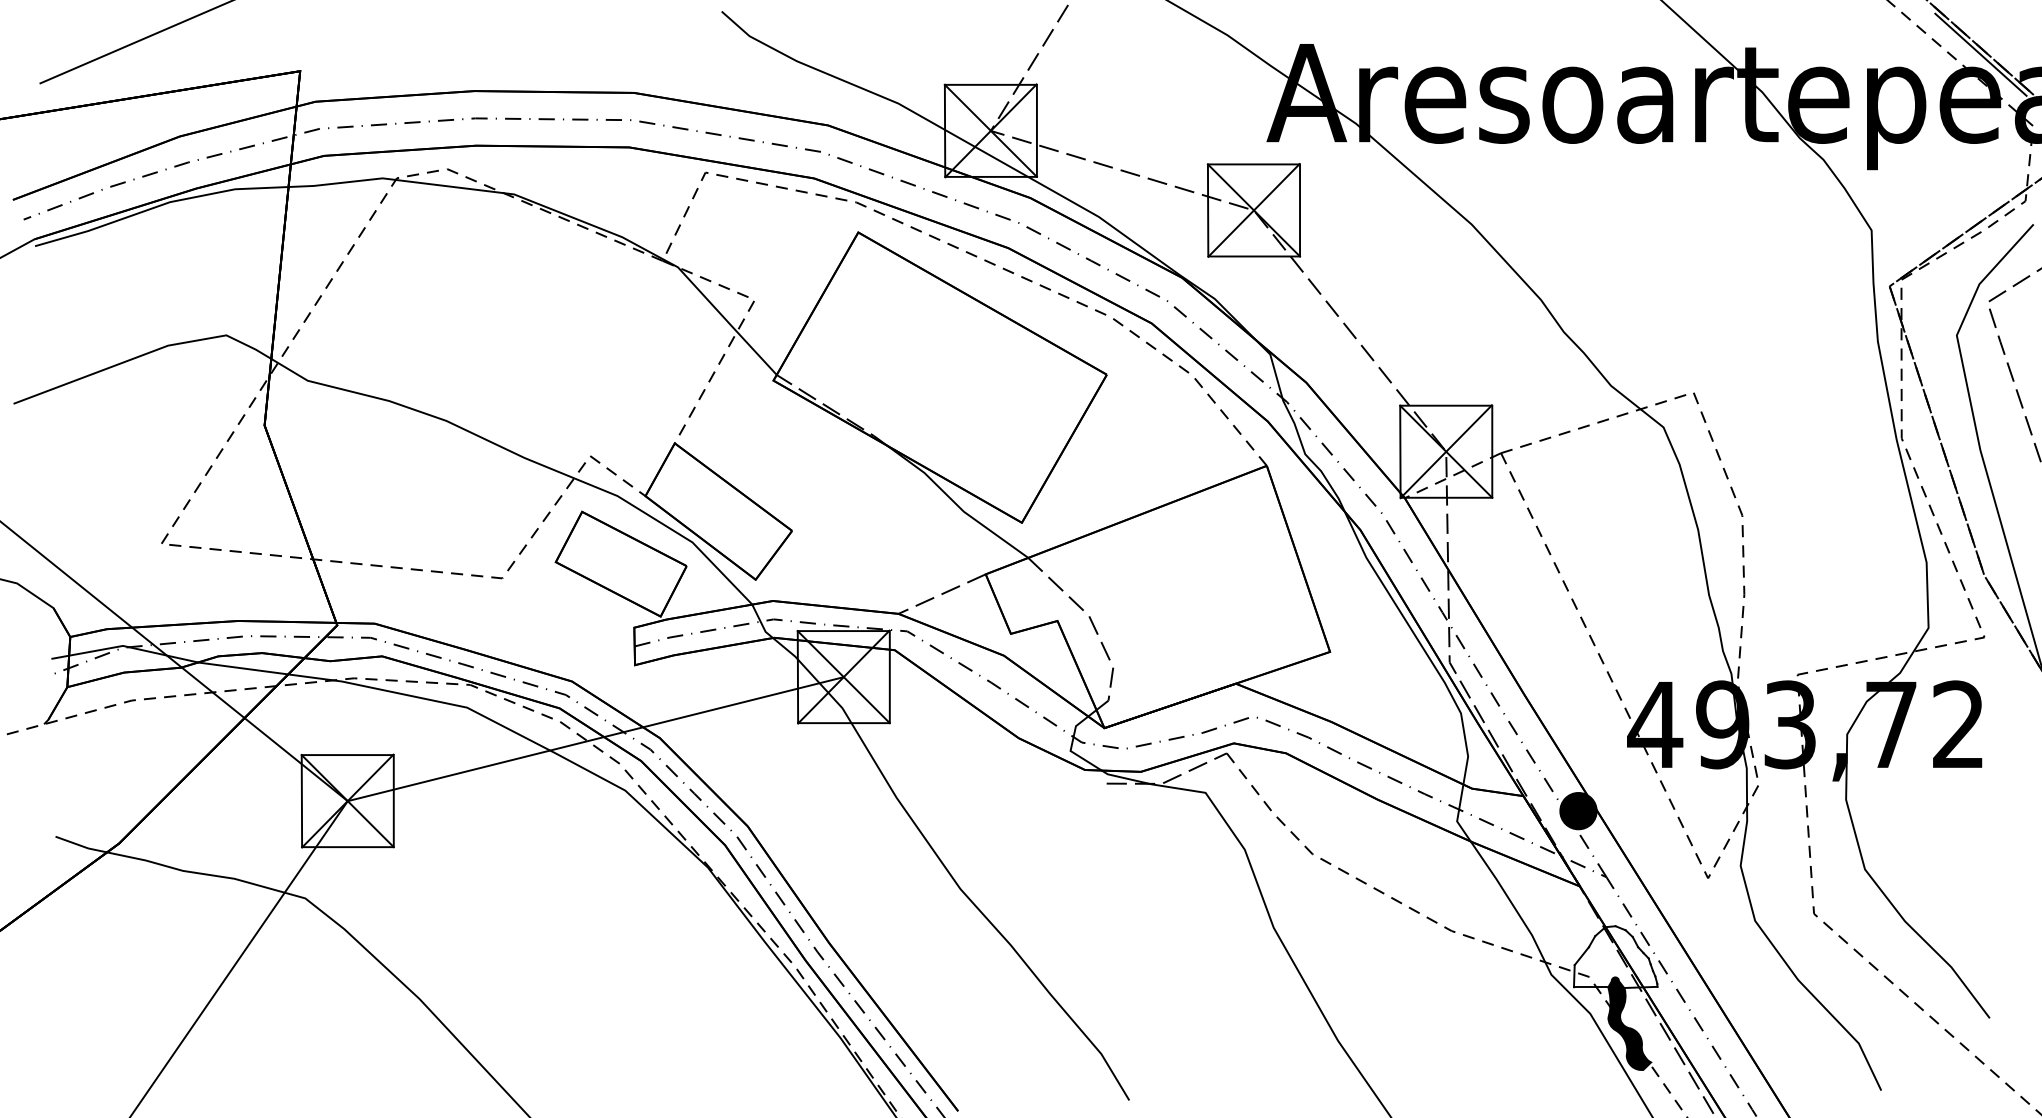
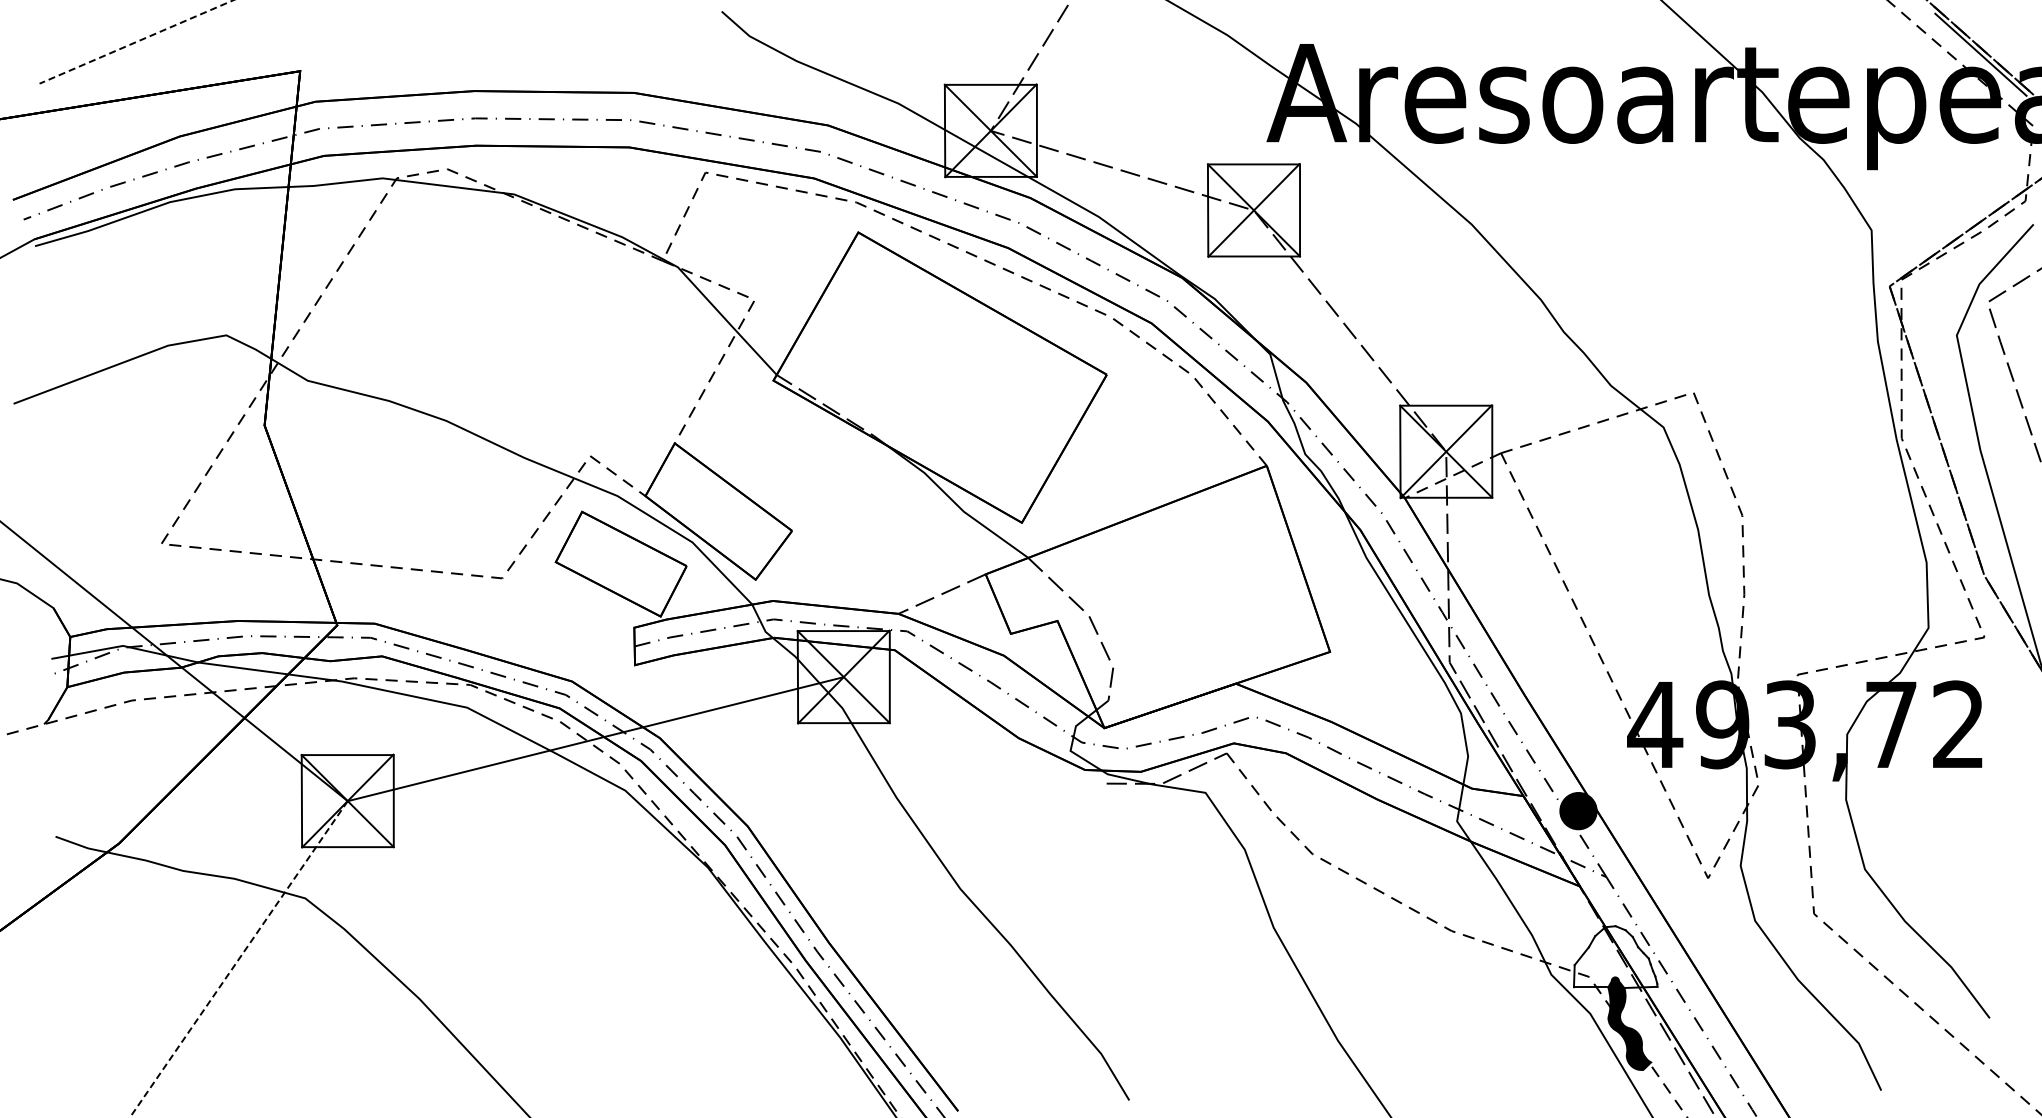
line at (135, 42): solid -> dashed
line at (238, 959): solid -> dashed
